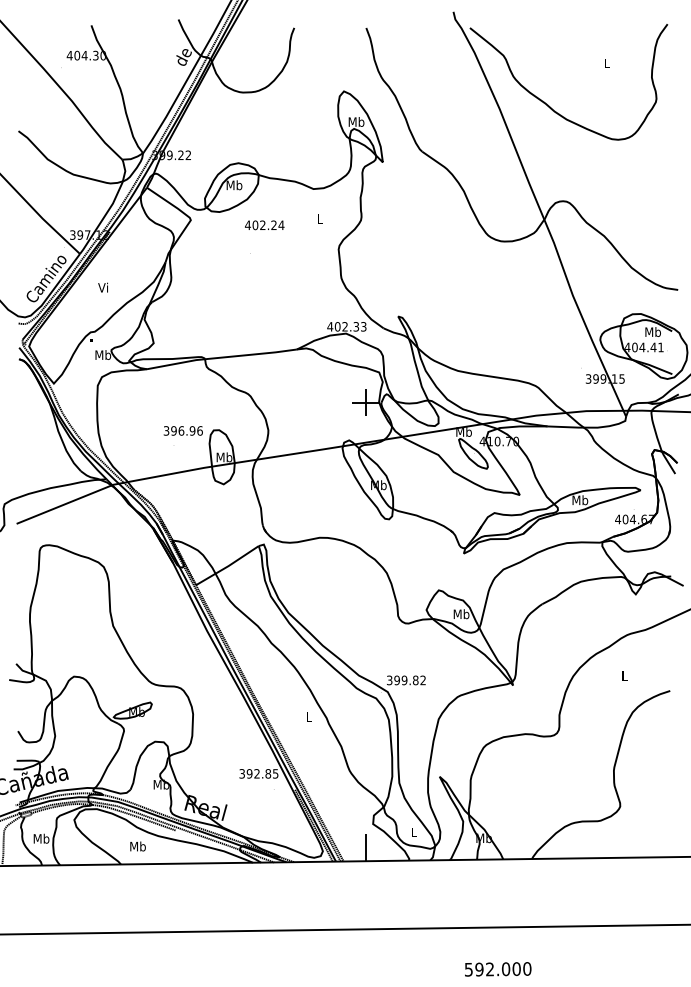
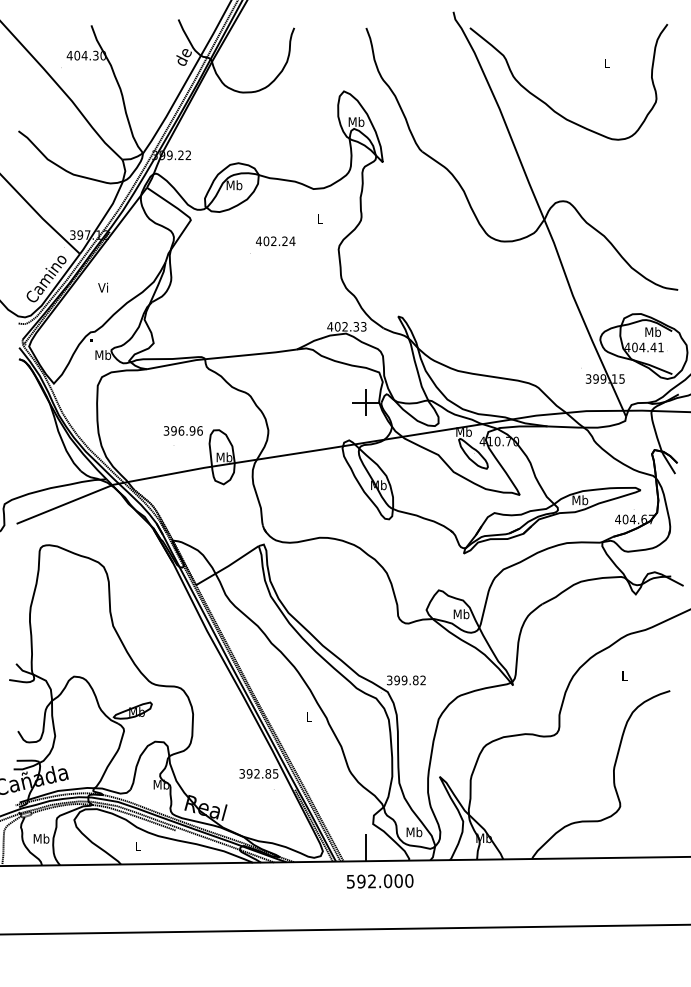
text at (264, 225) position: (264, 225) -> (275, 241)
text at (414, 832): L -> Mb
text at (137, 846): Mb -> L
text at (498, 969) position: (498, 969) -> (380, 881)
